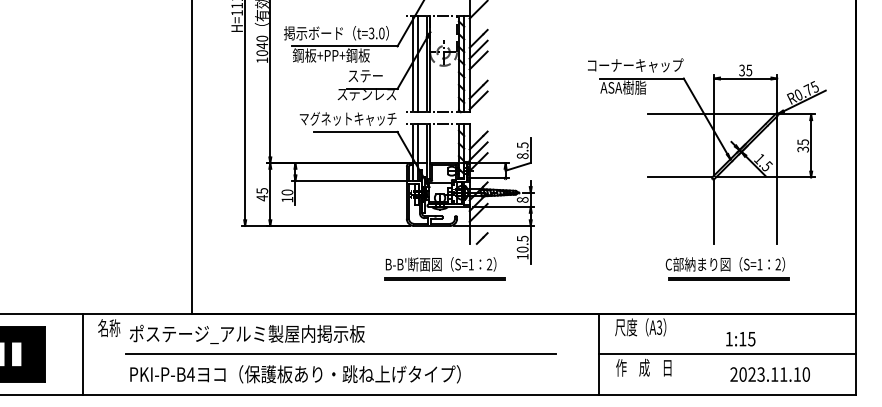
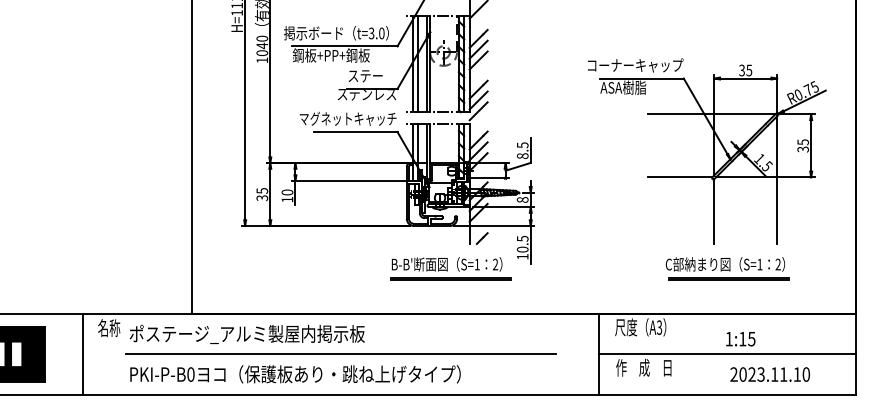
line at (478, 111): none -> present
text at (262, 198): 45 -> 35
part at (444, 268) position: (444, 268) -> (450, 268)
text at (190, 374): PKI-P-B4 -> PKI-P-B0
